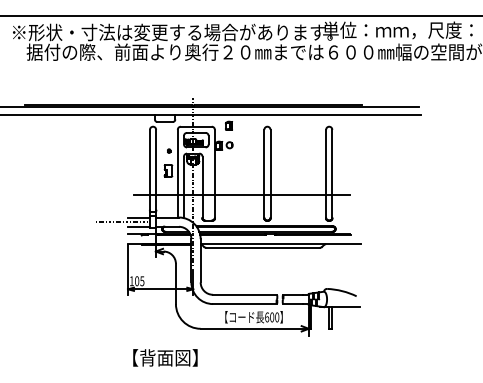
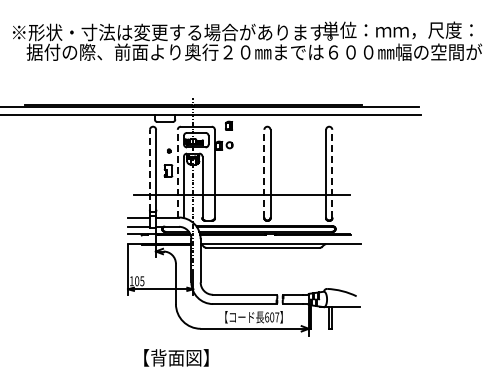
line at (240, 16): present -> none
line at (149, 169): solid -> dashed
line at (177, 173): solid -> dashed
line at (264, 173): solid -> dashed
line at (332, 173): solid -> dashed
line at (120, 222): present -> none
text at (277, 317): 600 -> 607
text at (165, 357) position: (165, 357) -> (176, 357)
